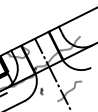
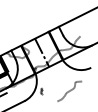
line at (59, 87): present -> none
